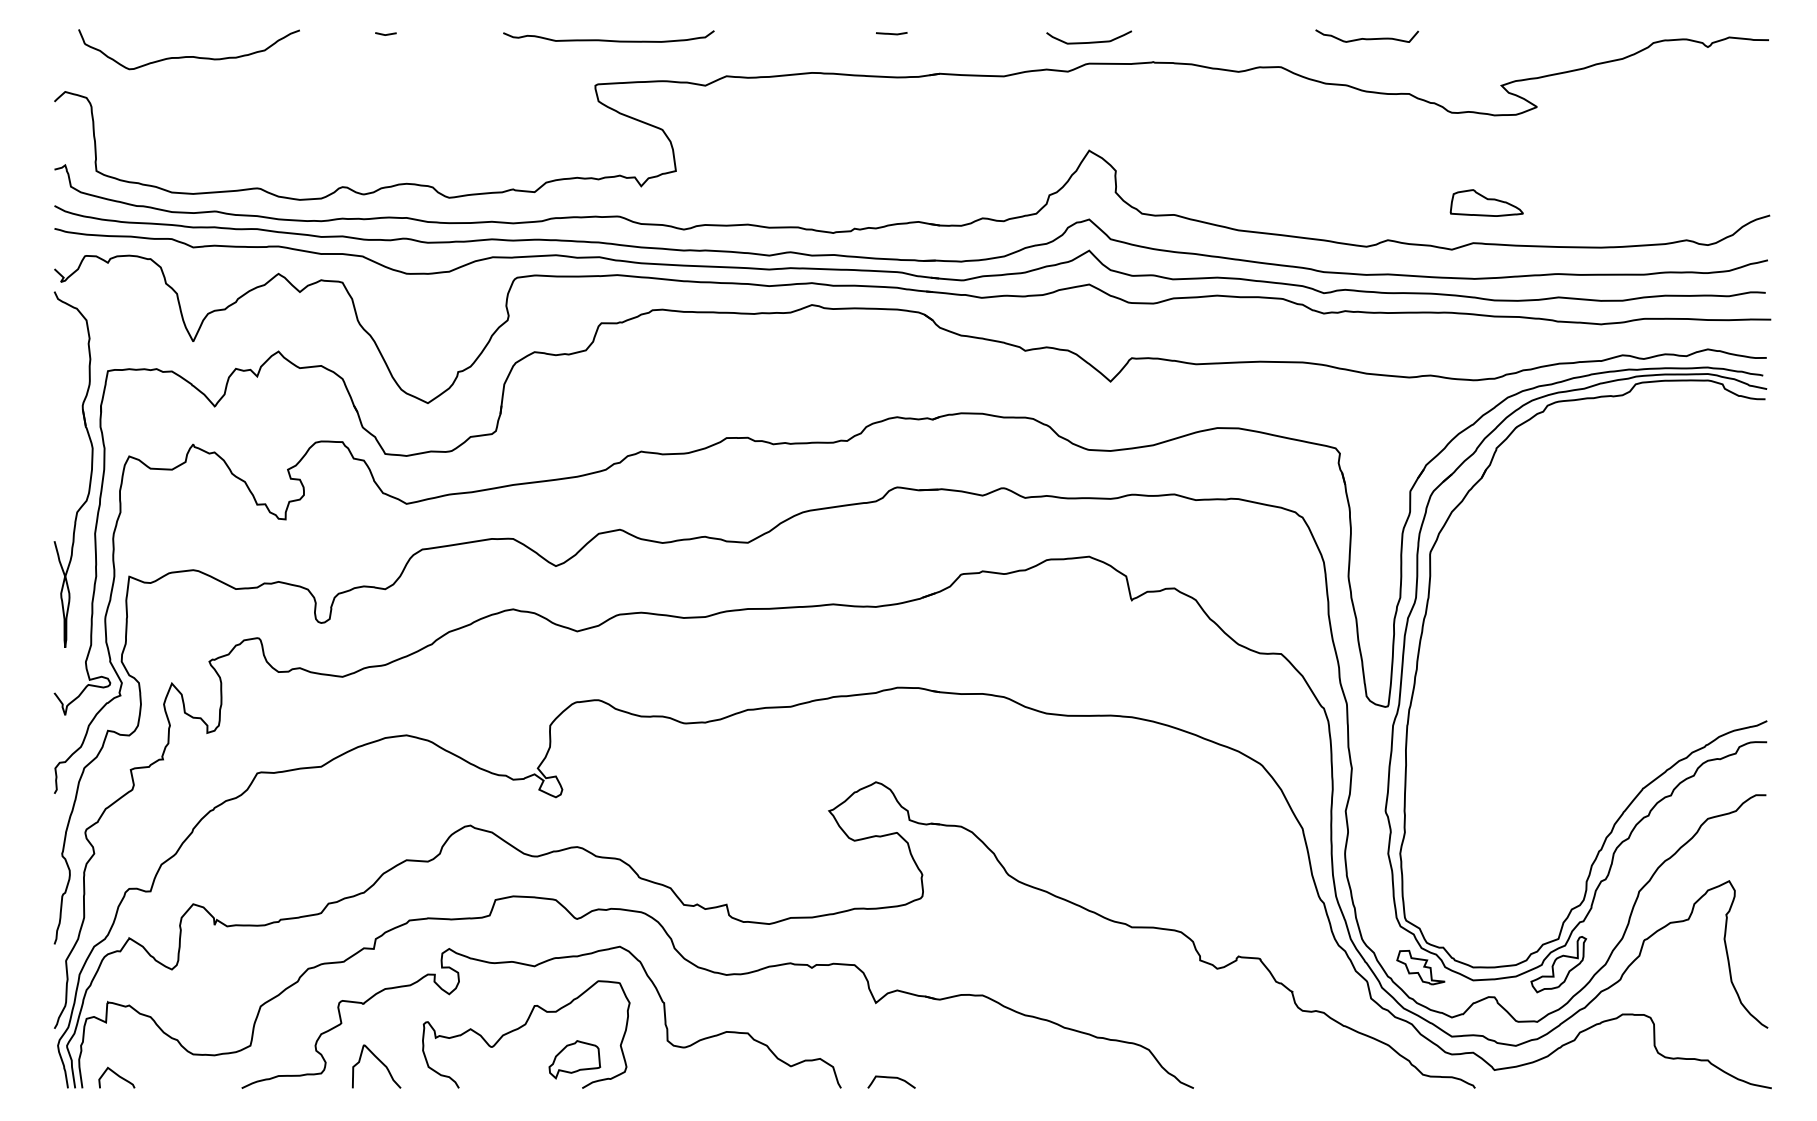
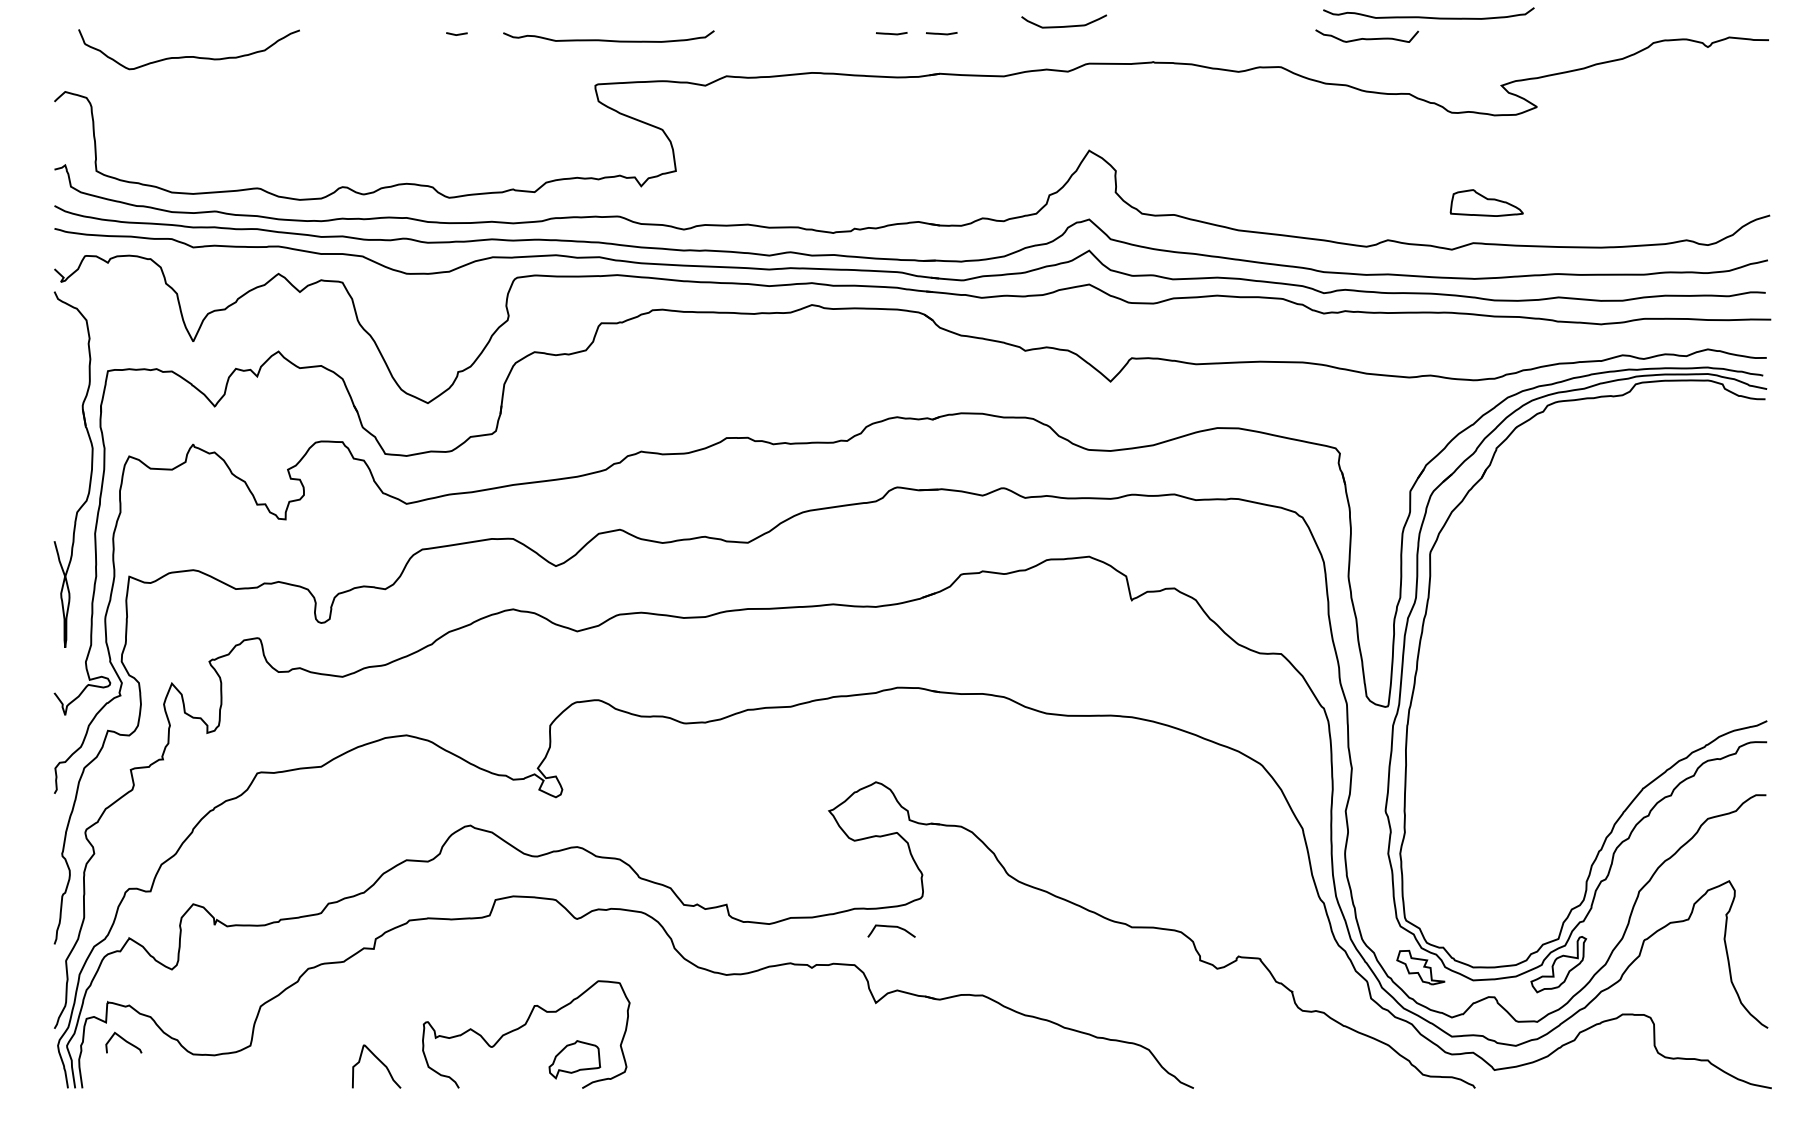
curve at (1427, 16): none -> present
line at (941, 33): none -> present
line at (385, 34) position: (385, 34) -> (456, 34)
curve at (1089, 41) position: (1089, 41) -> (1064, 25)
curve at (534, 967): present -> none
curve at (117, 1076) position: (117, 1076) -> (124, 1041)
curve at (891, 1078) position: (891, 1078) -> (891, 927)
